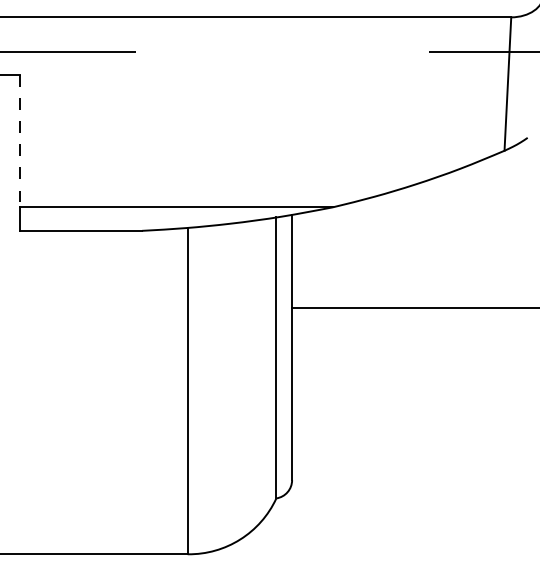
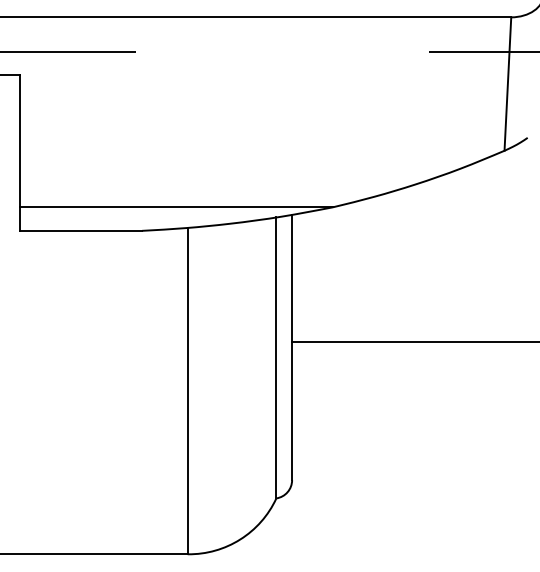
line at (19, 141): dashed -> solid
line at (414, 308) position: (414, 308) -> (414, 342)
